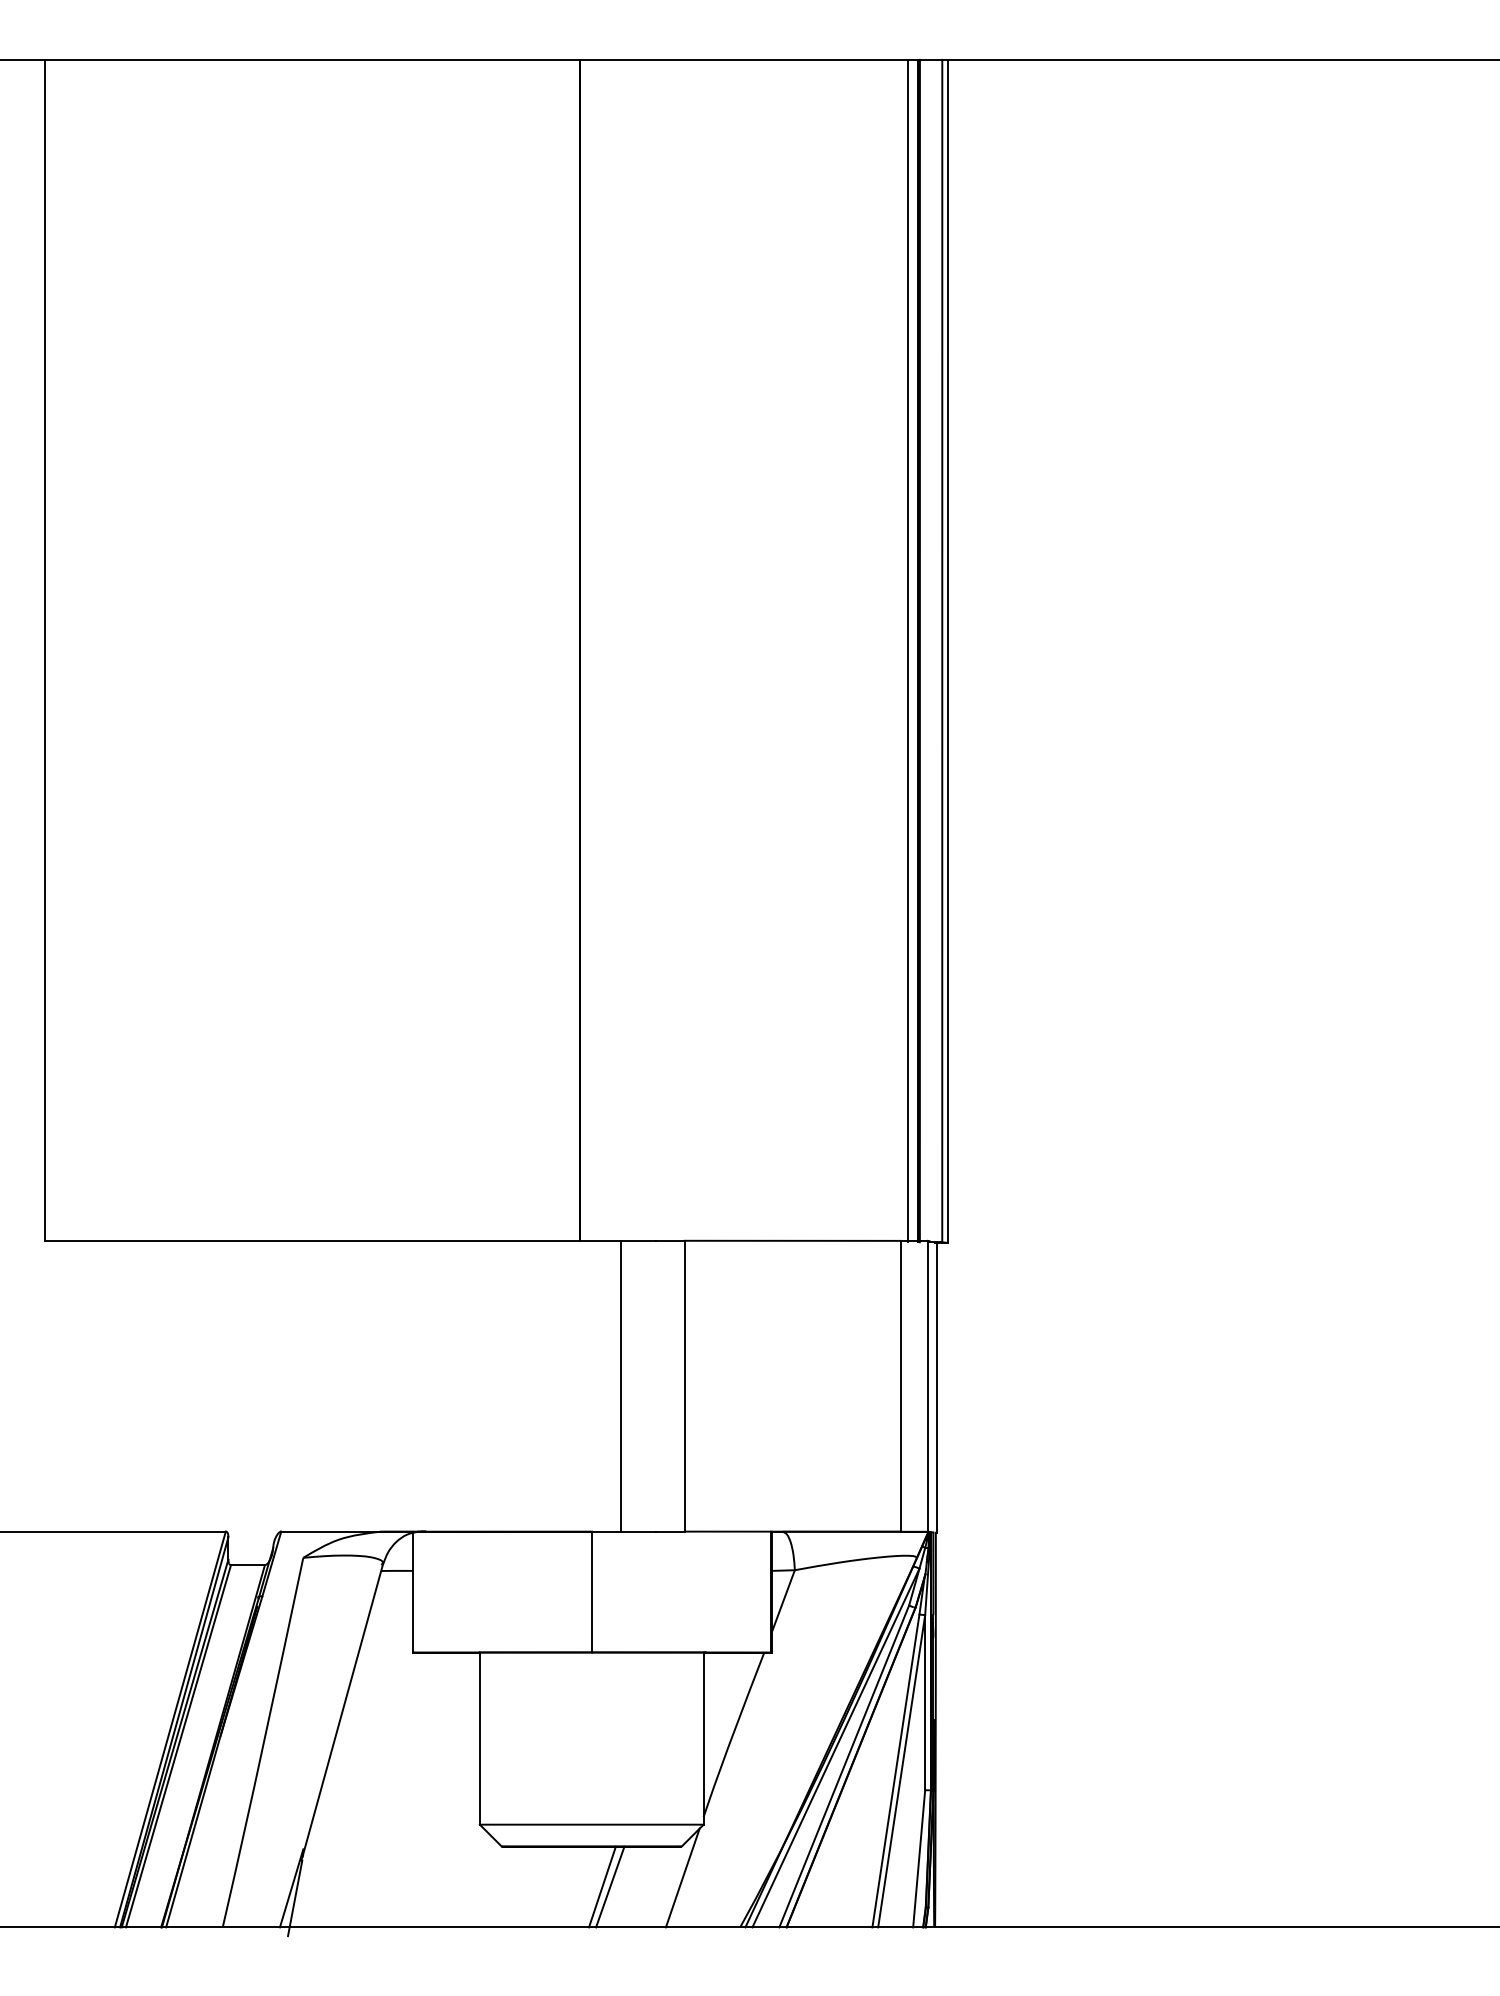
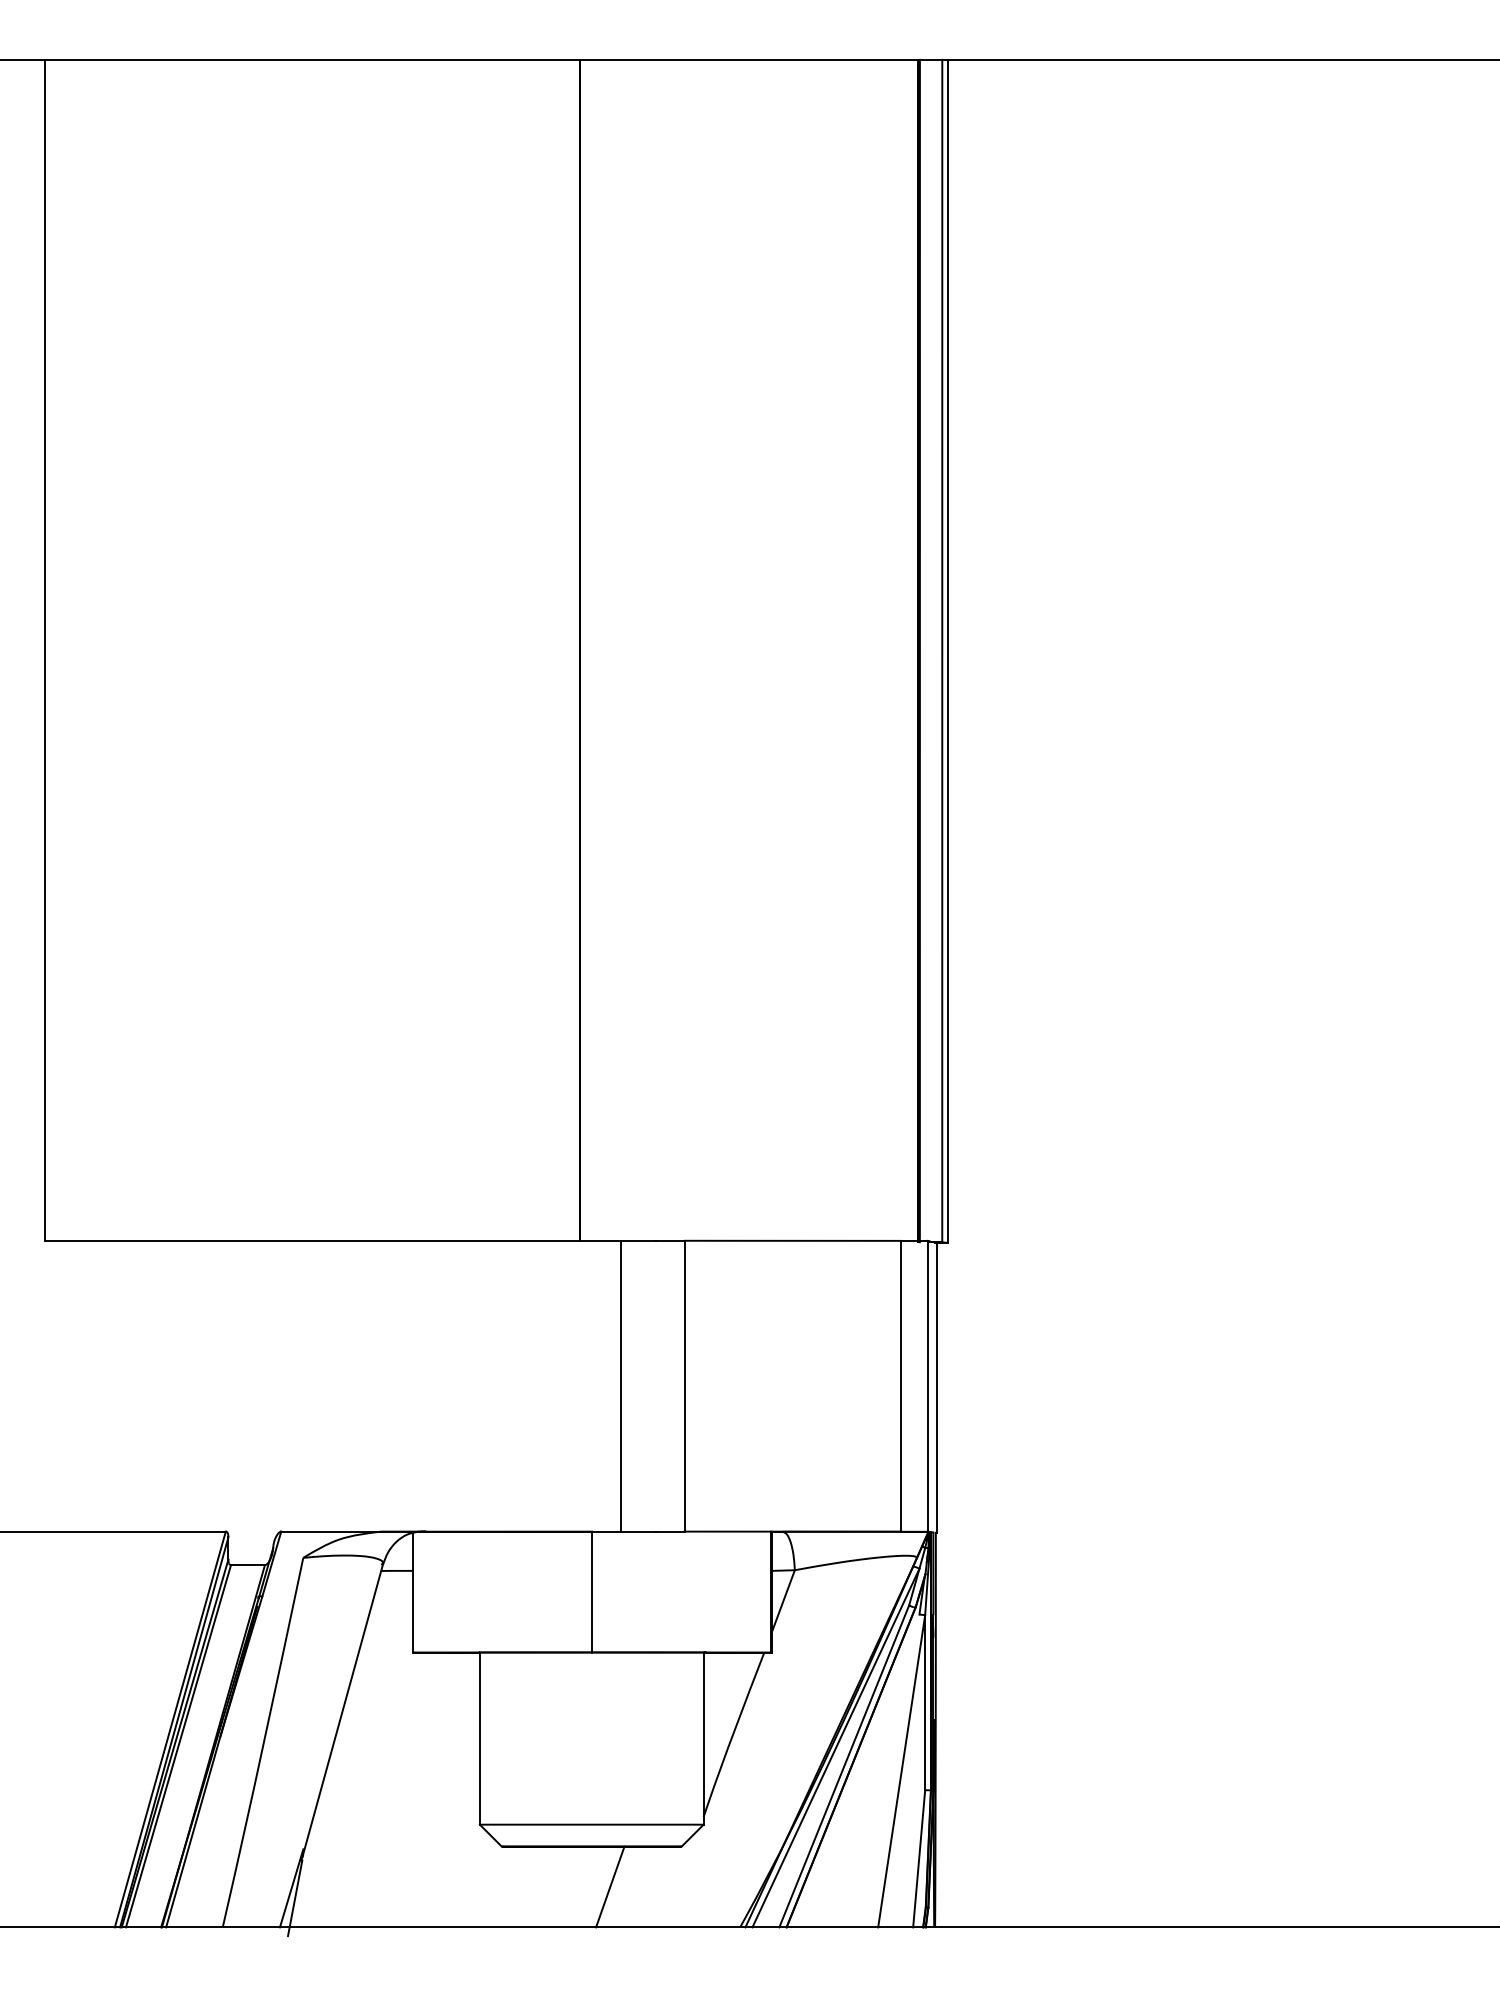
line at (908, 650): present -> none
line at (895, 1770): present -> none
line at (682, 1877): present -> none
line at (602, 1886): present -> none
